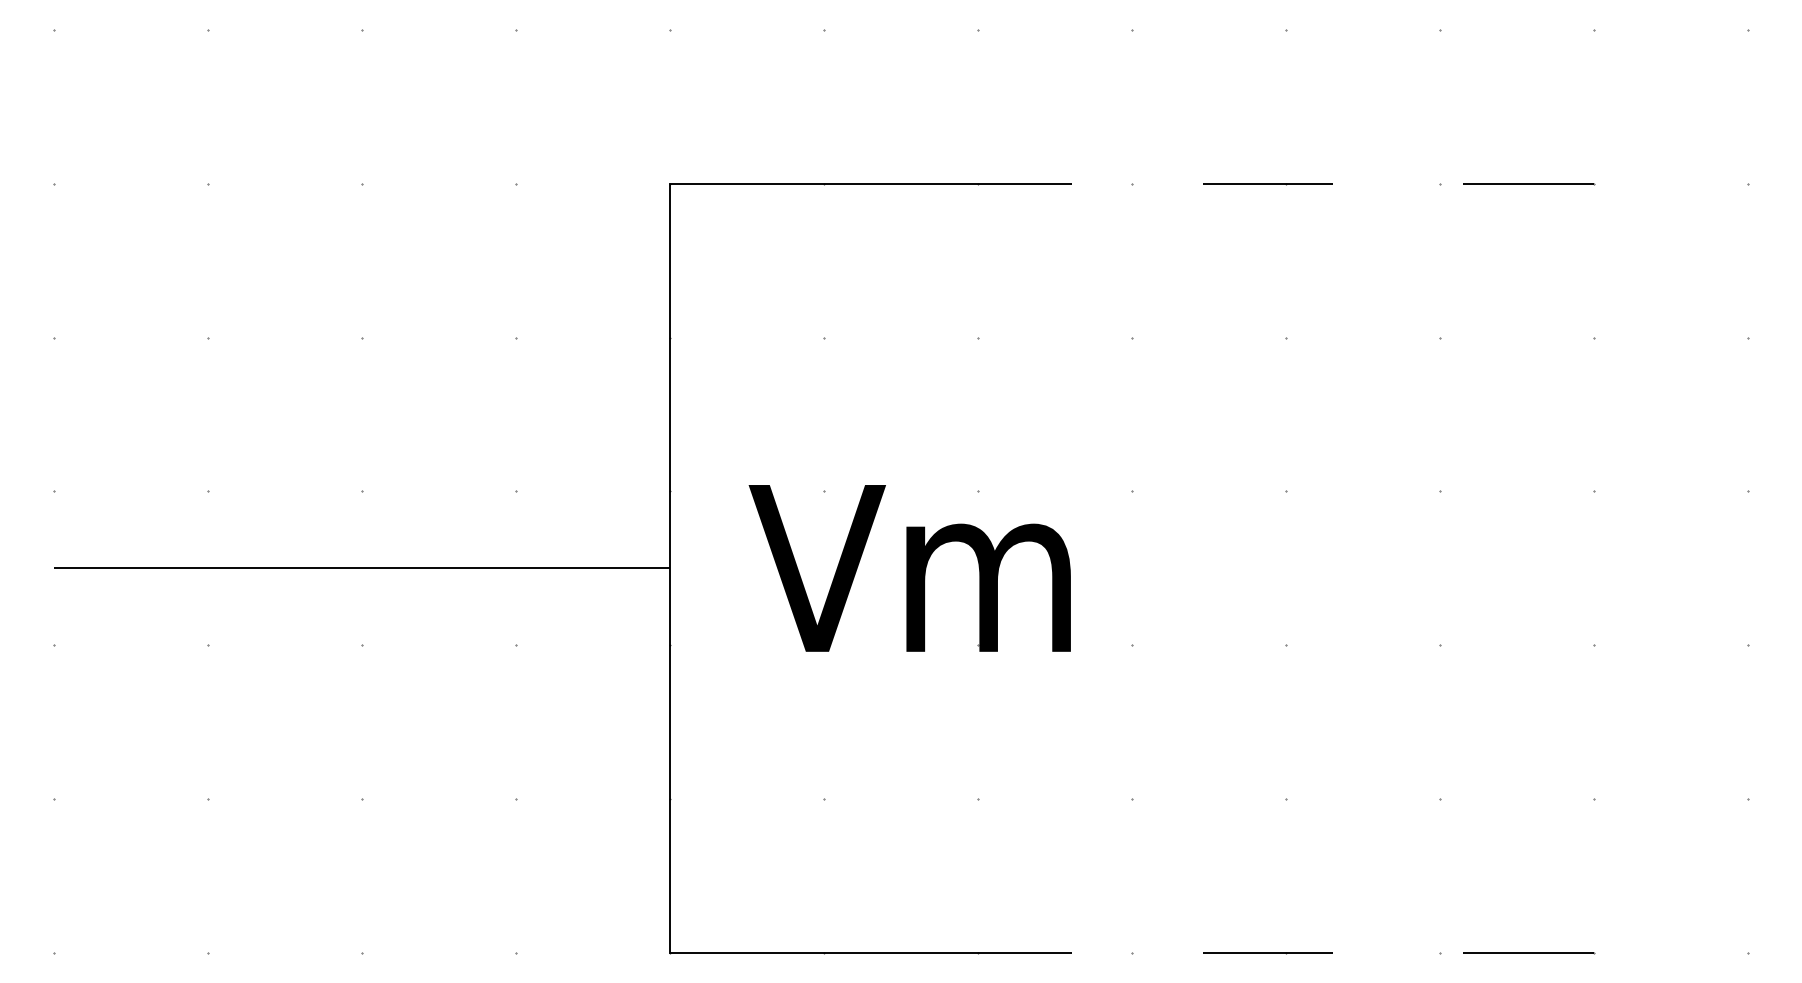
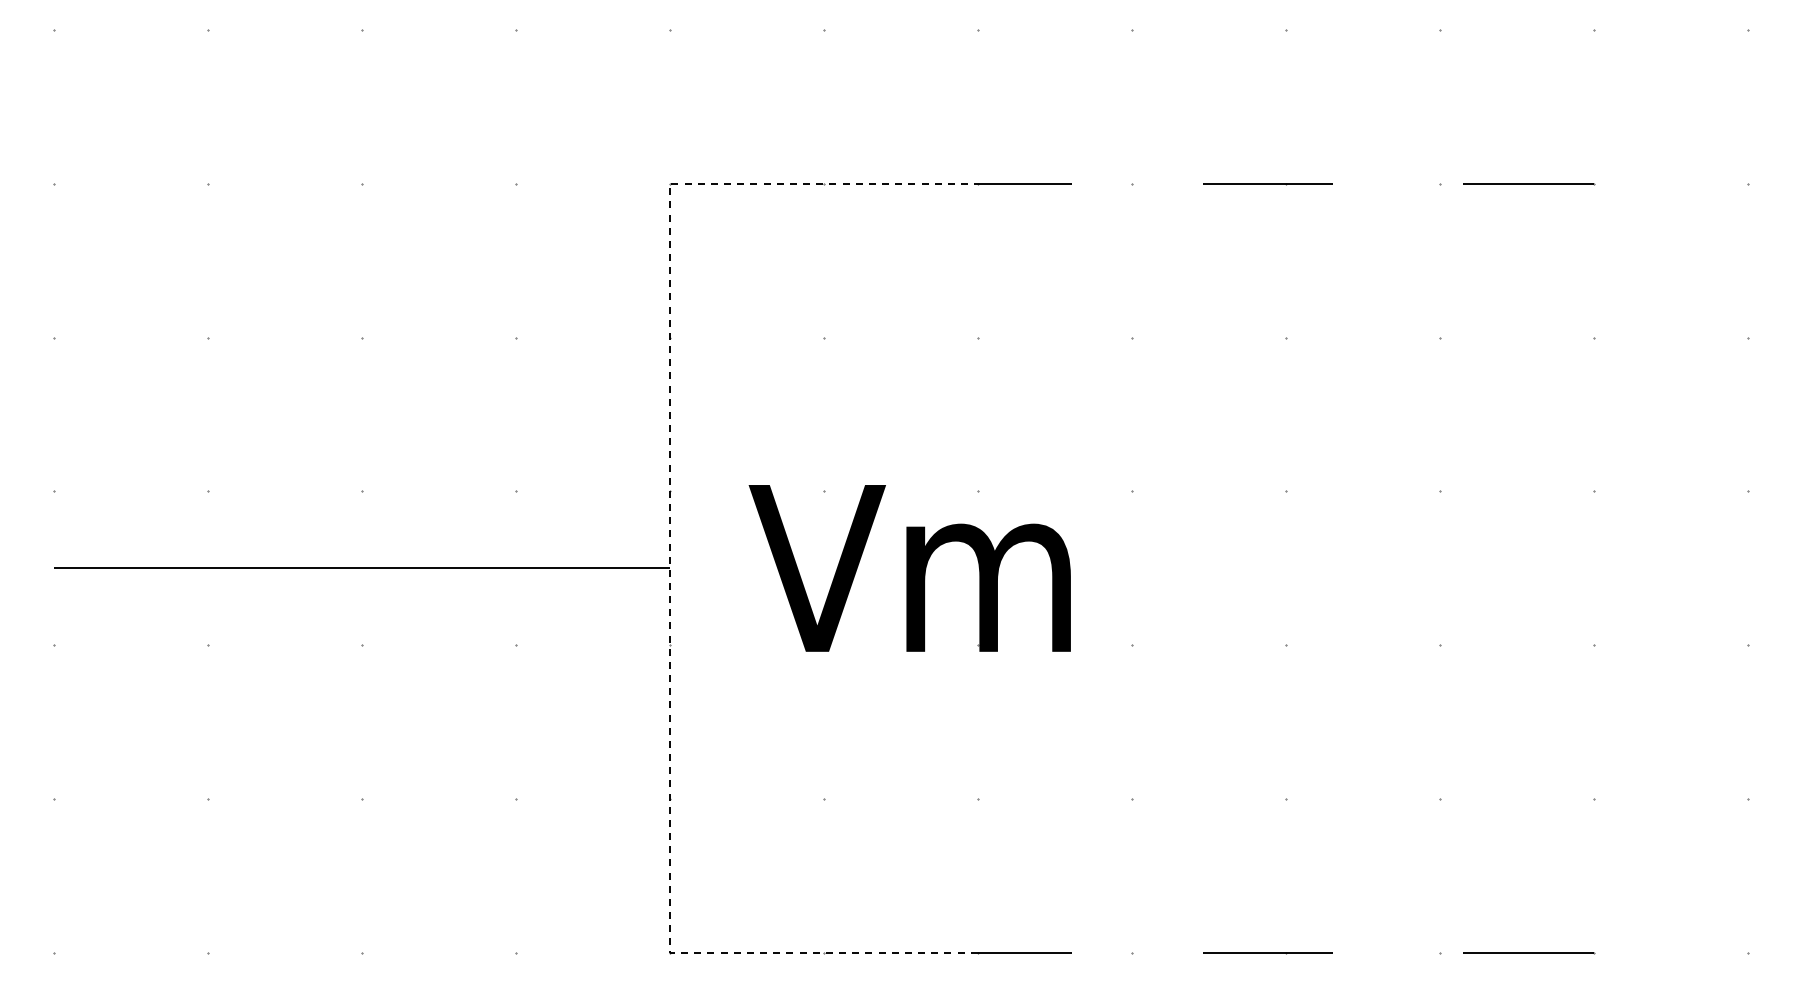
line at (670, 568): solid -> dashed
